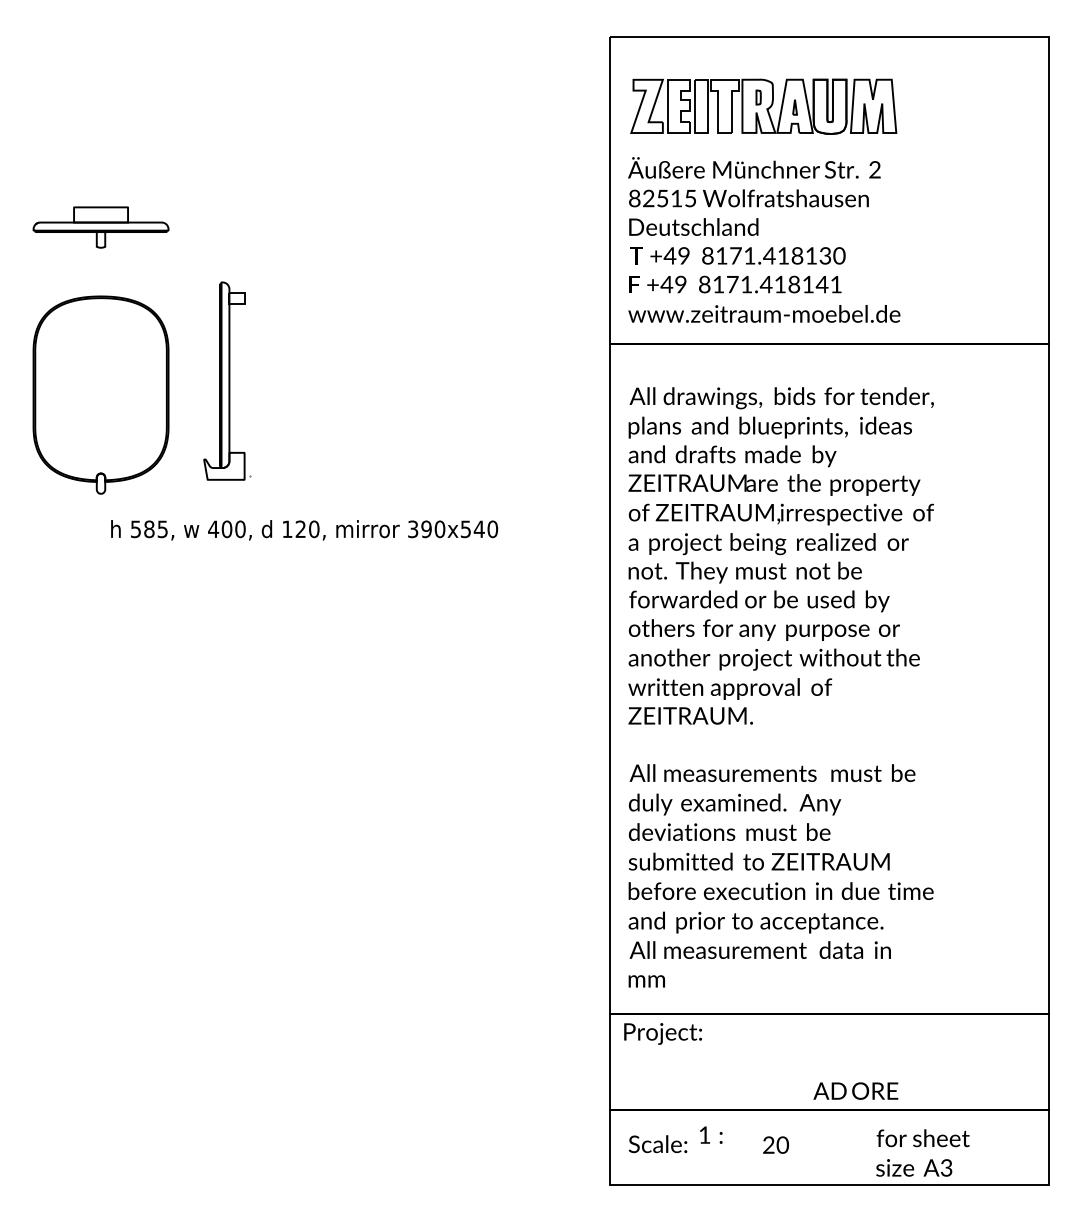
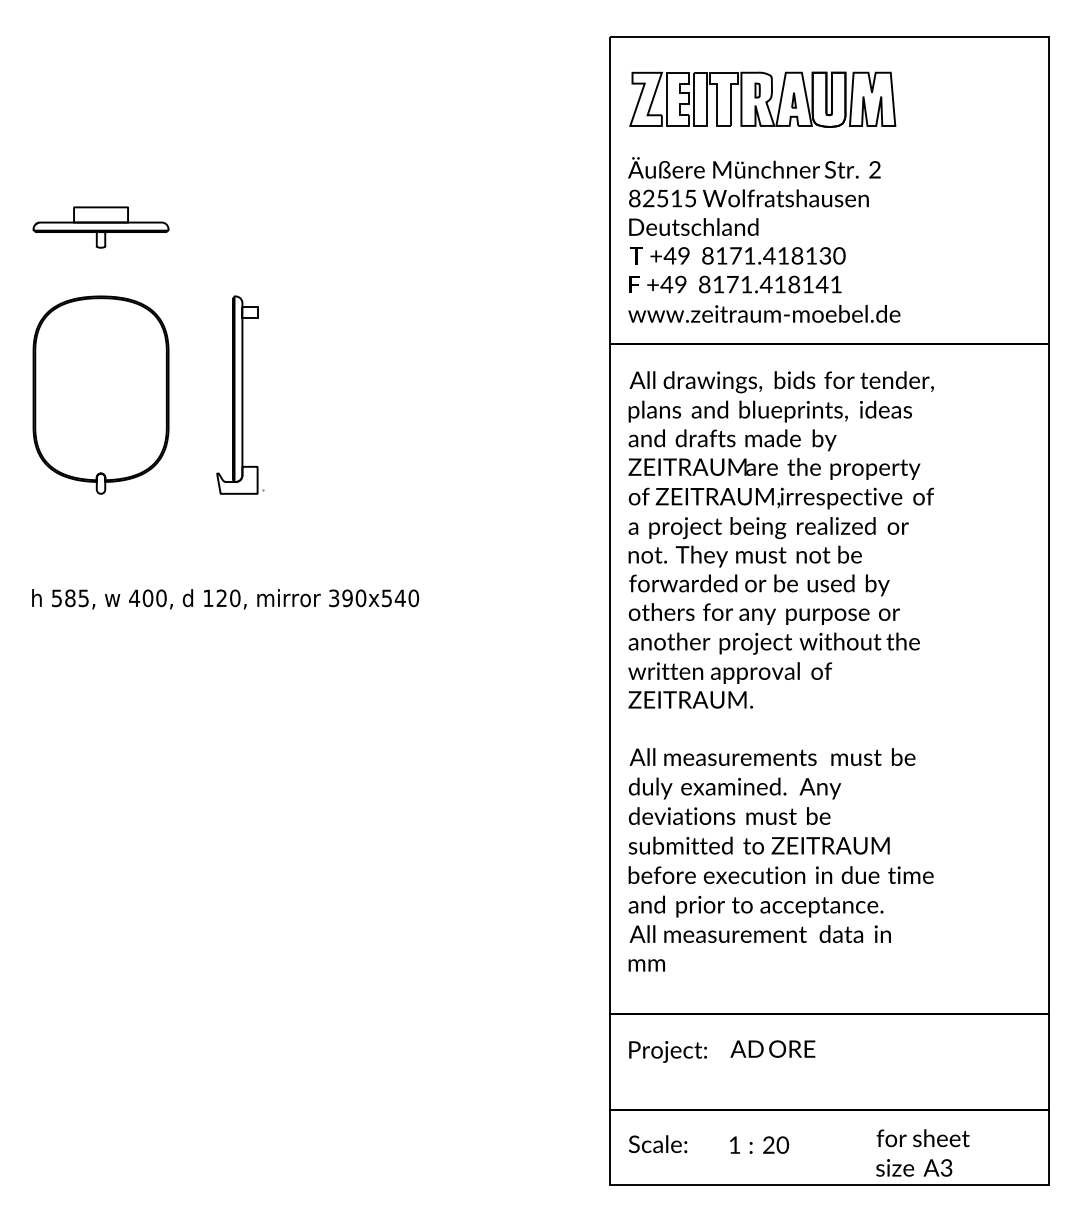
part at (763, 106) position: (763, 106) -> (762, 99)
part at (227, 380) position: (227, 380) -> (240, 394)
text at (304, 530) position: (304, 530) -> (225, 599)
text at (780, 687) position: (780, 687) -> (780, 671)
text at (662, 1033) position: (662, 1033) -> (667, 1051)
text at (855, 1090) position: (855, 1090) -> (772, 1048)
text at (711, 1134) position: (711, 1134) -> (741, 1144)
